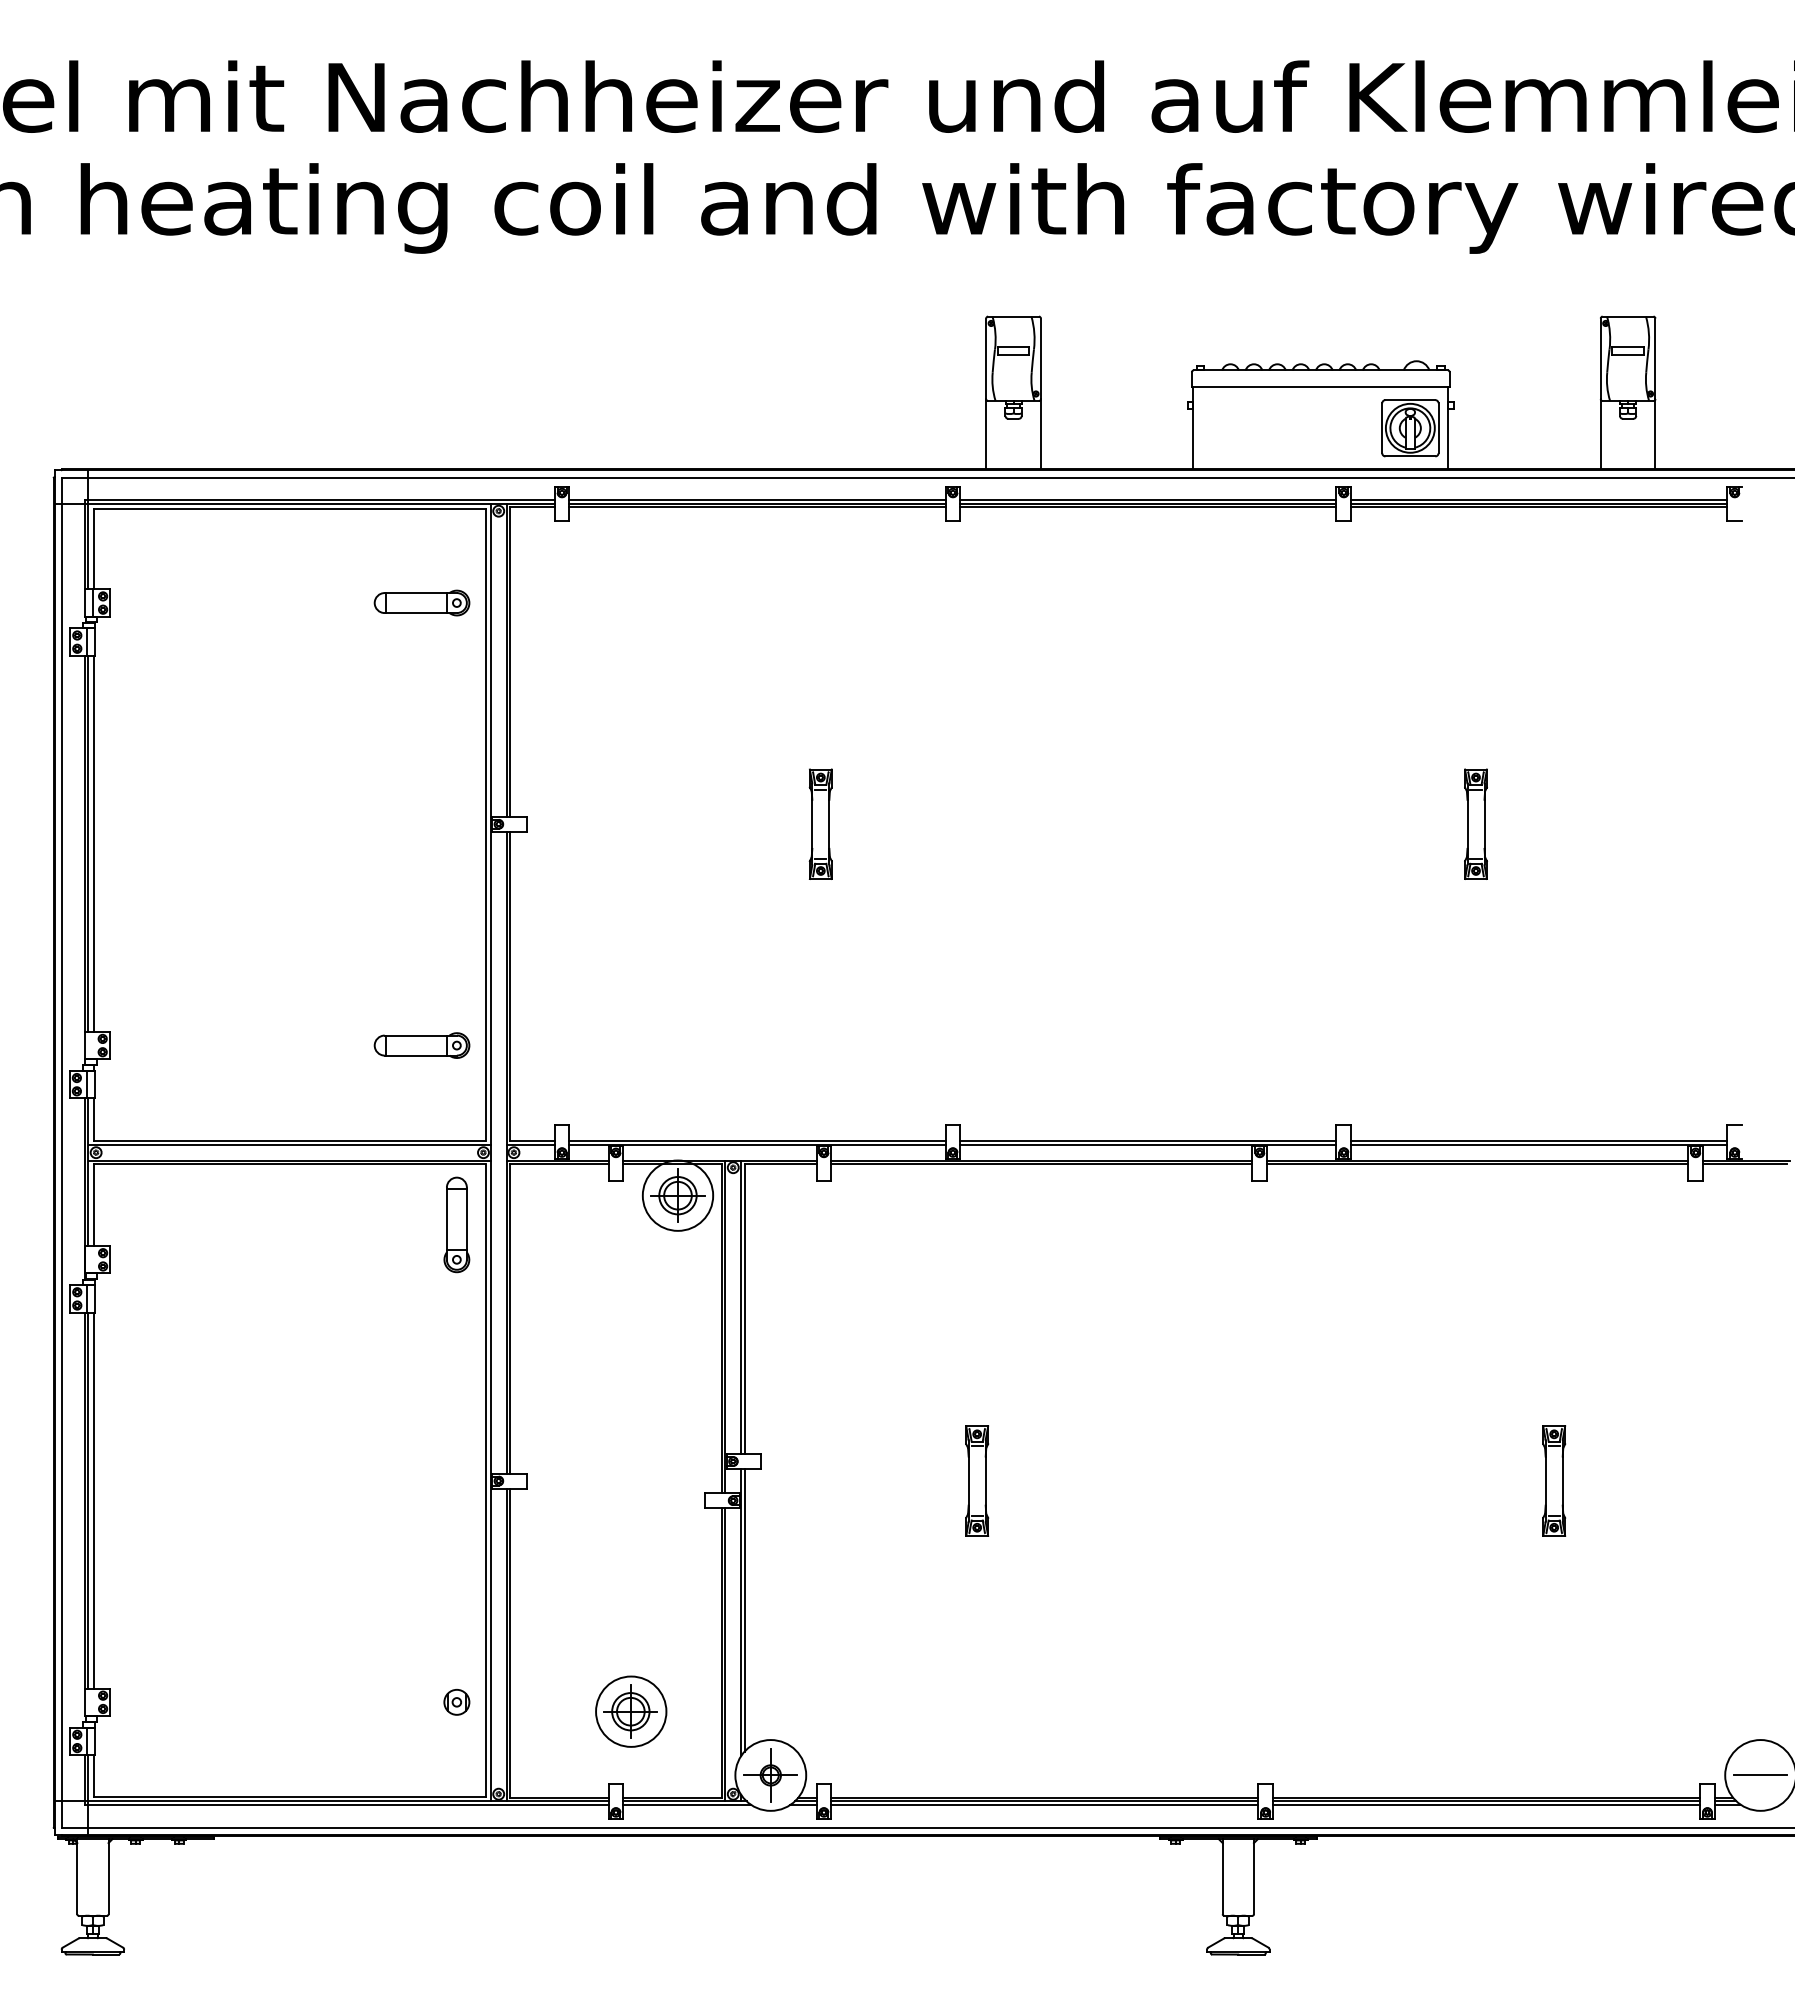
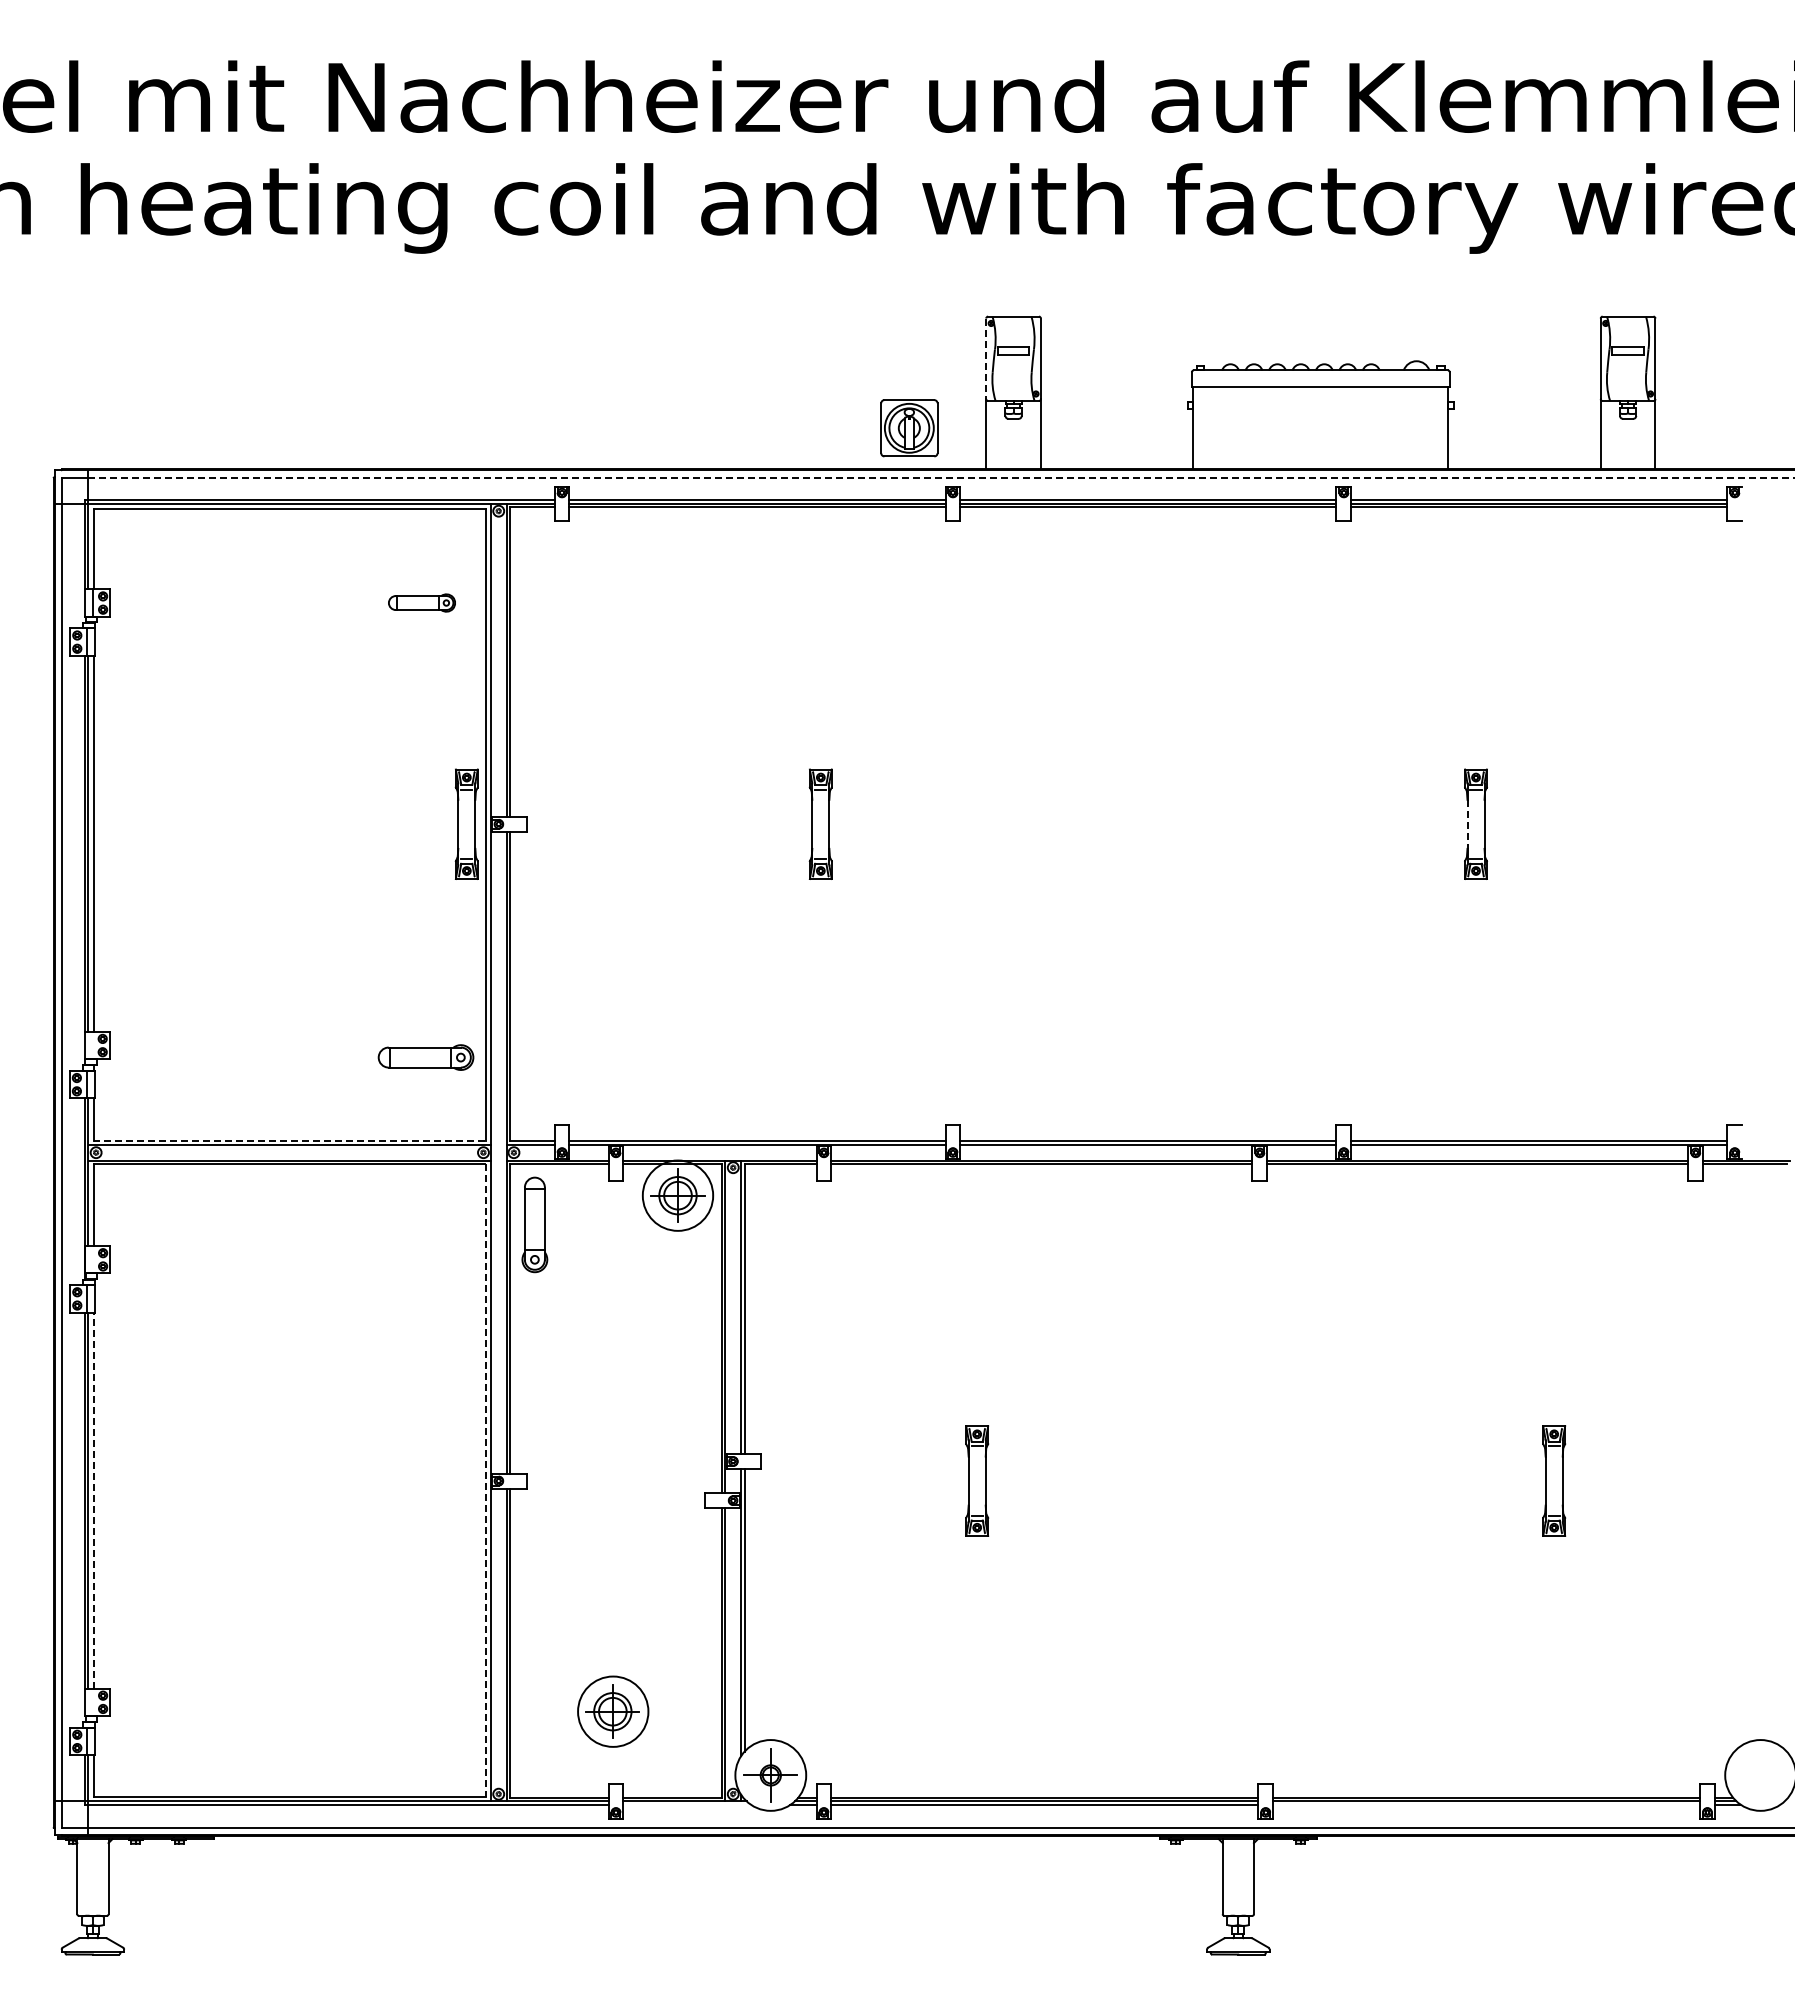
line at (986, 359): solid -> dashed
part at (1410, 428) position: (1410, 428) -> (909, 428)
line at (941, 477): solid -> dashed
part at (421, 602) size: 98x28 px -> 68x20 px
part at (466, 823): none -> present
line at (1467, 824): solid -> dashed
part at (421, 1045) position: (421, 1045) -> (425, 1057)
line at (289, 1140): solid -> dashed
part at (456, 1224) position: (456, 1224) -> (534, 1224)
line at (485, 1480): solid -> dashed
line at (93, 1500): solid -> dashed
part at (456, 1702): present -> none
part at (631, 1711) position: (631, 1711) -> (613, 1711)
line at (1760, 1775): present -> none
line at (687, 1804): present -> none
line at (1486, 1804): present -> none
